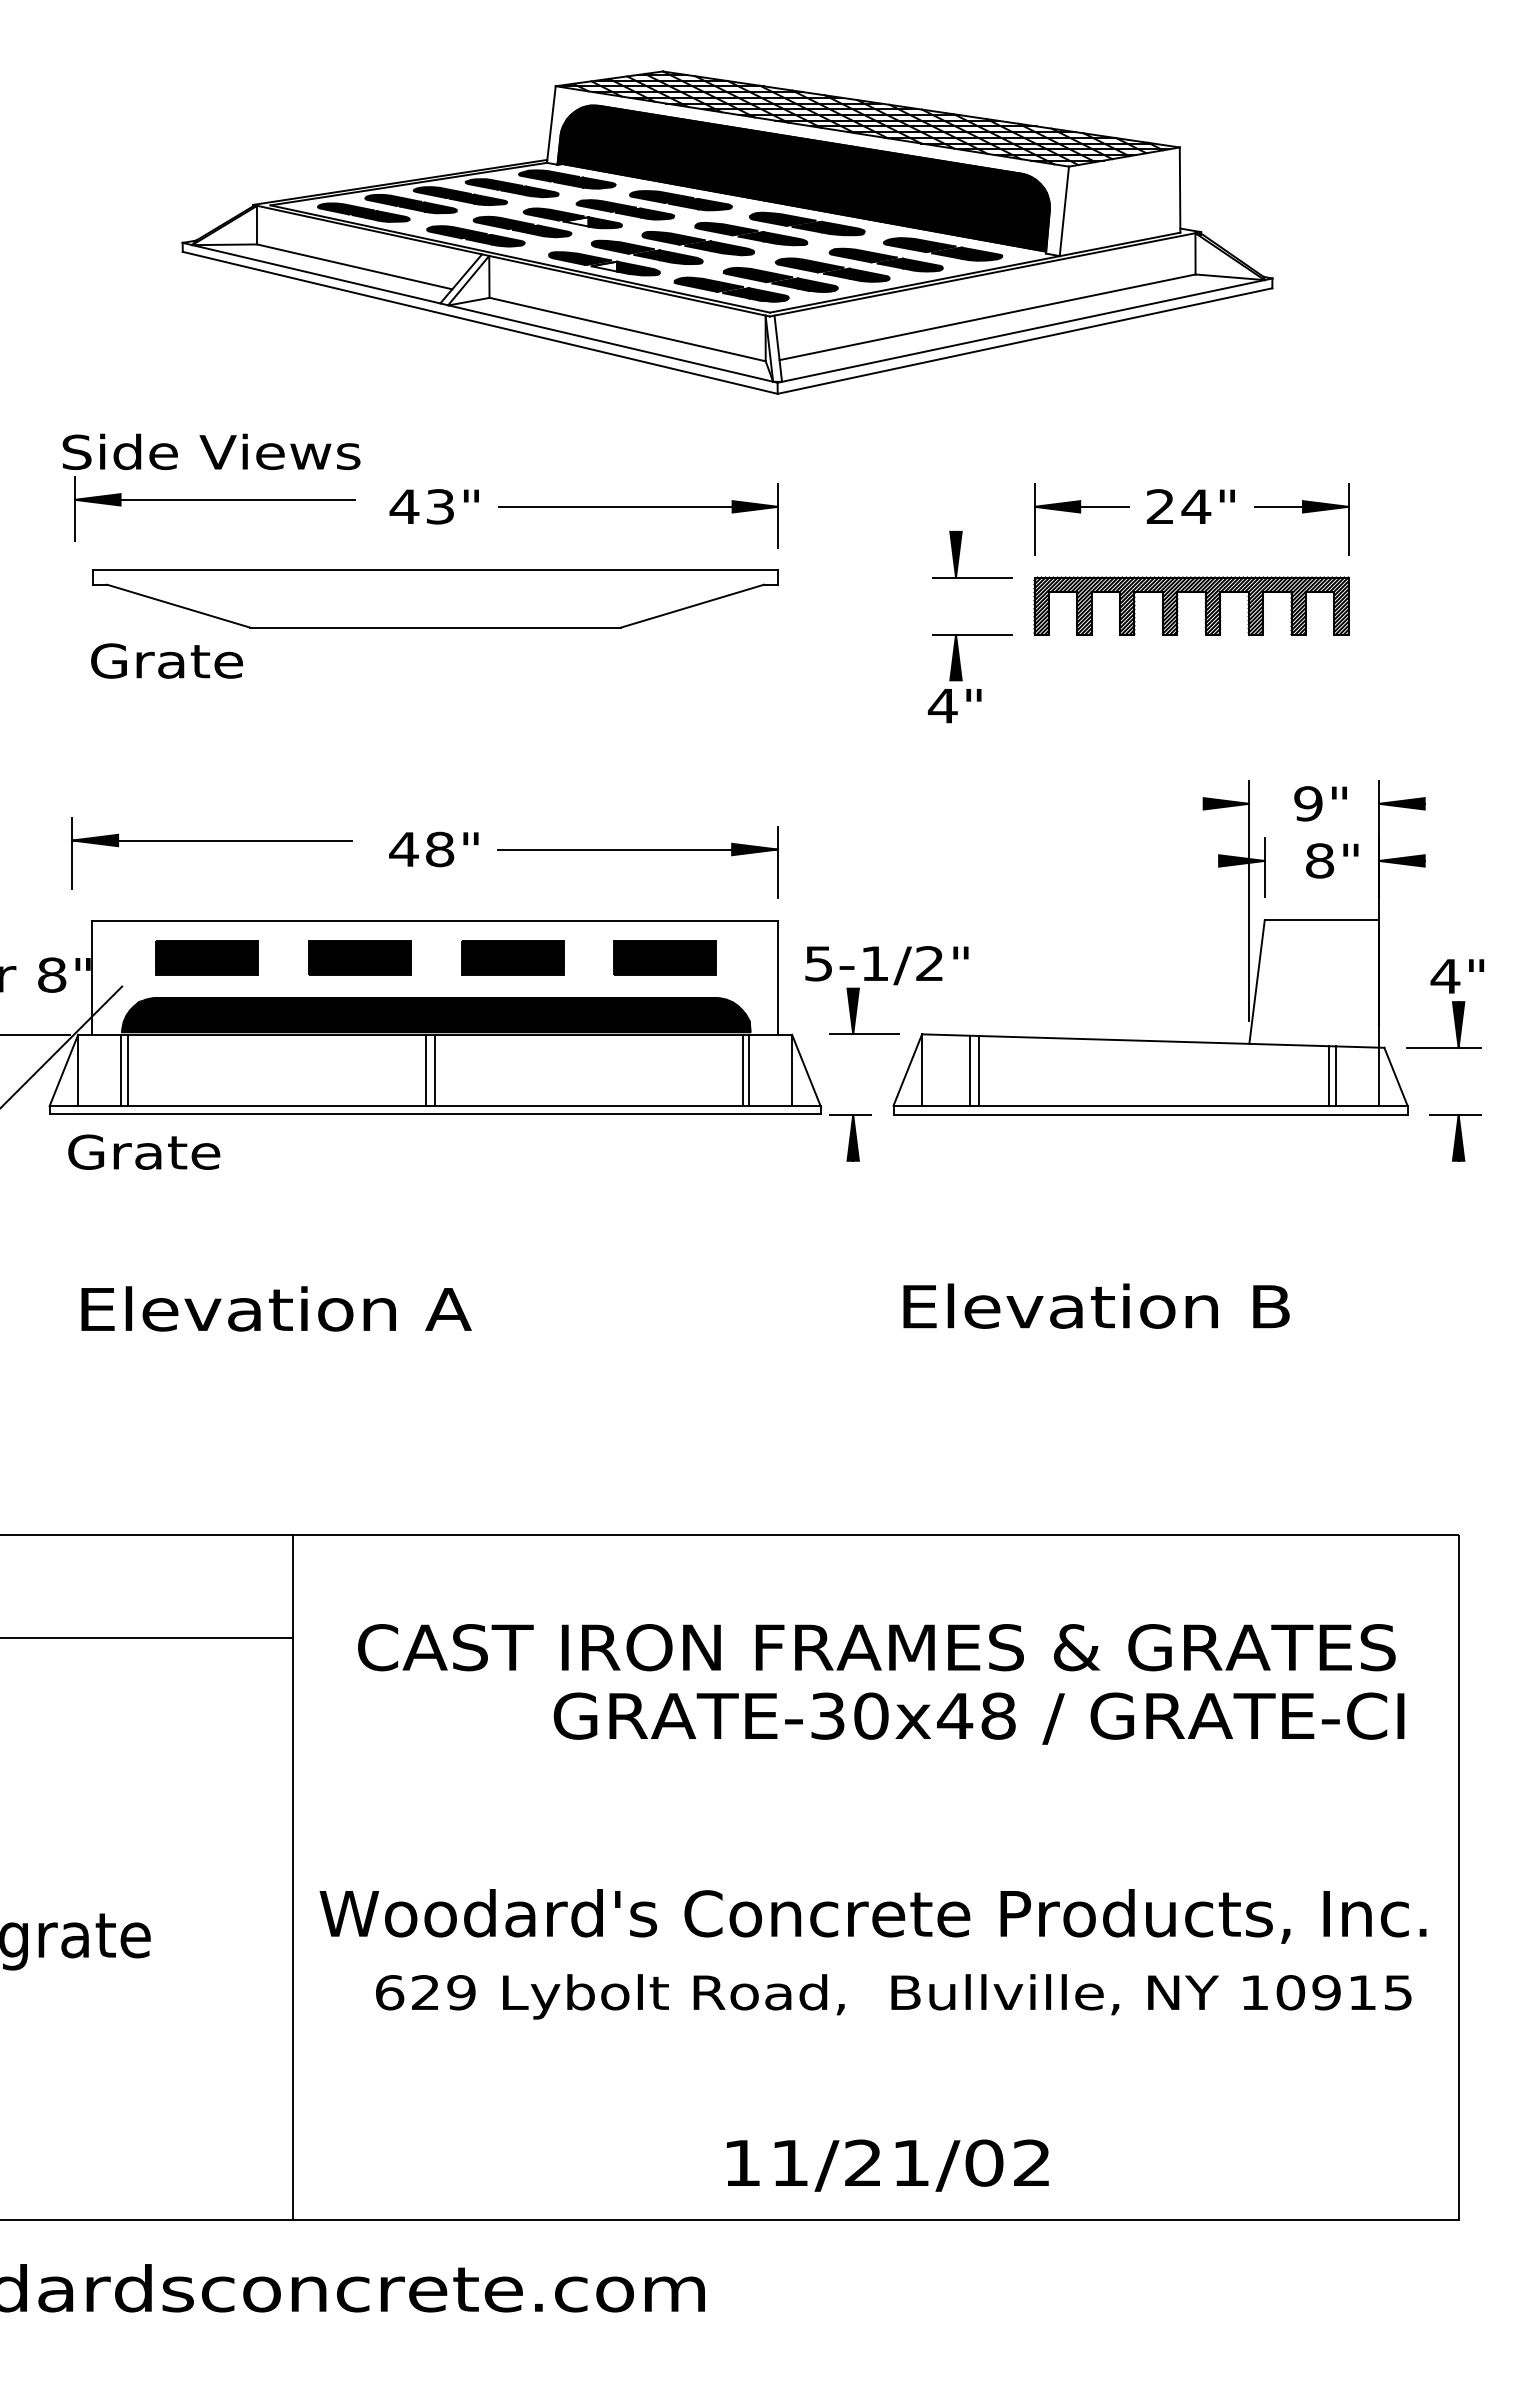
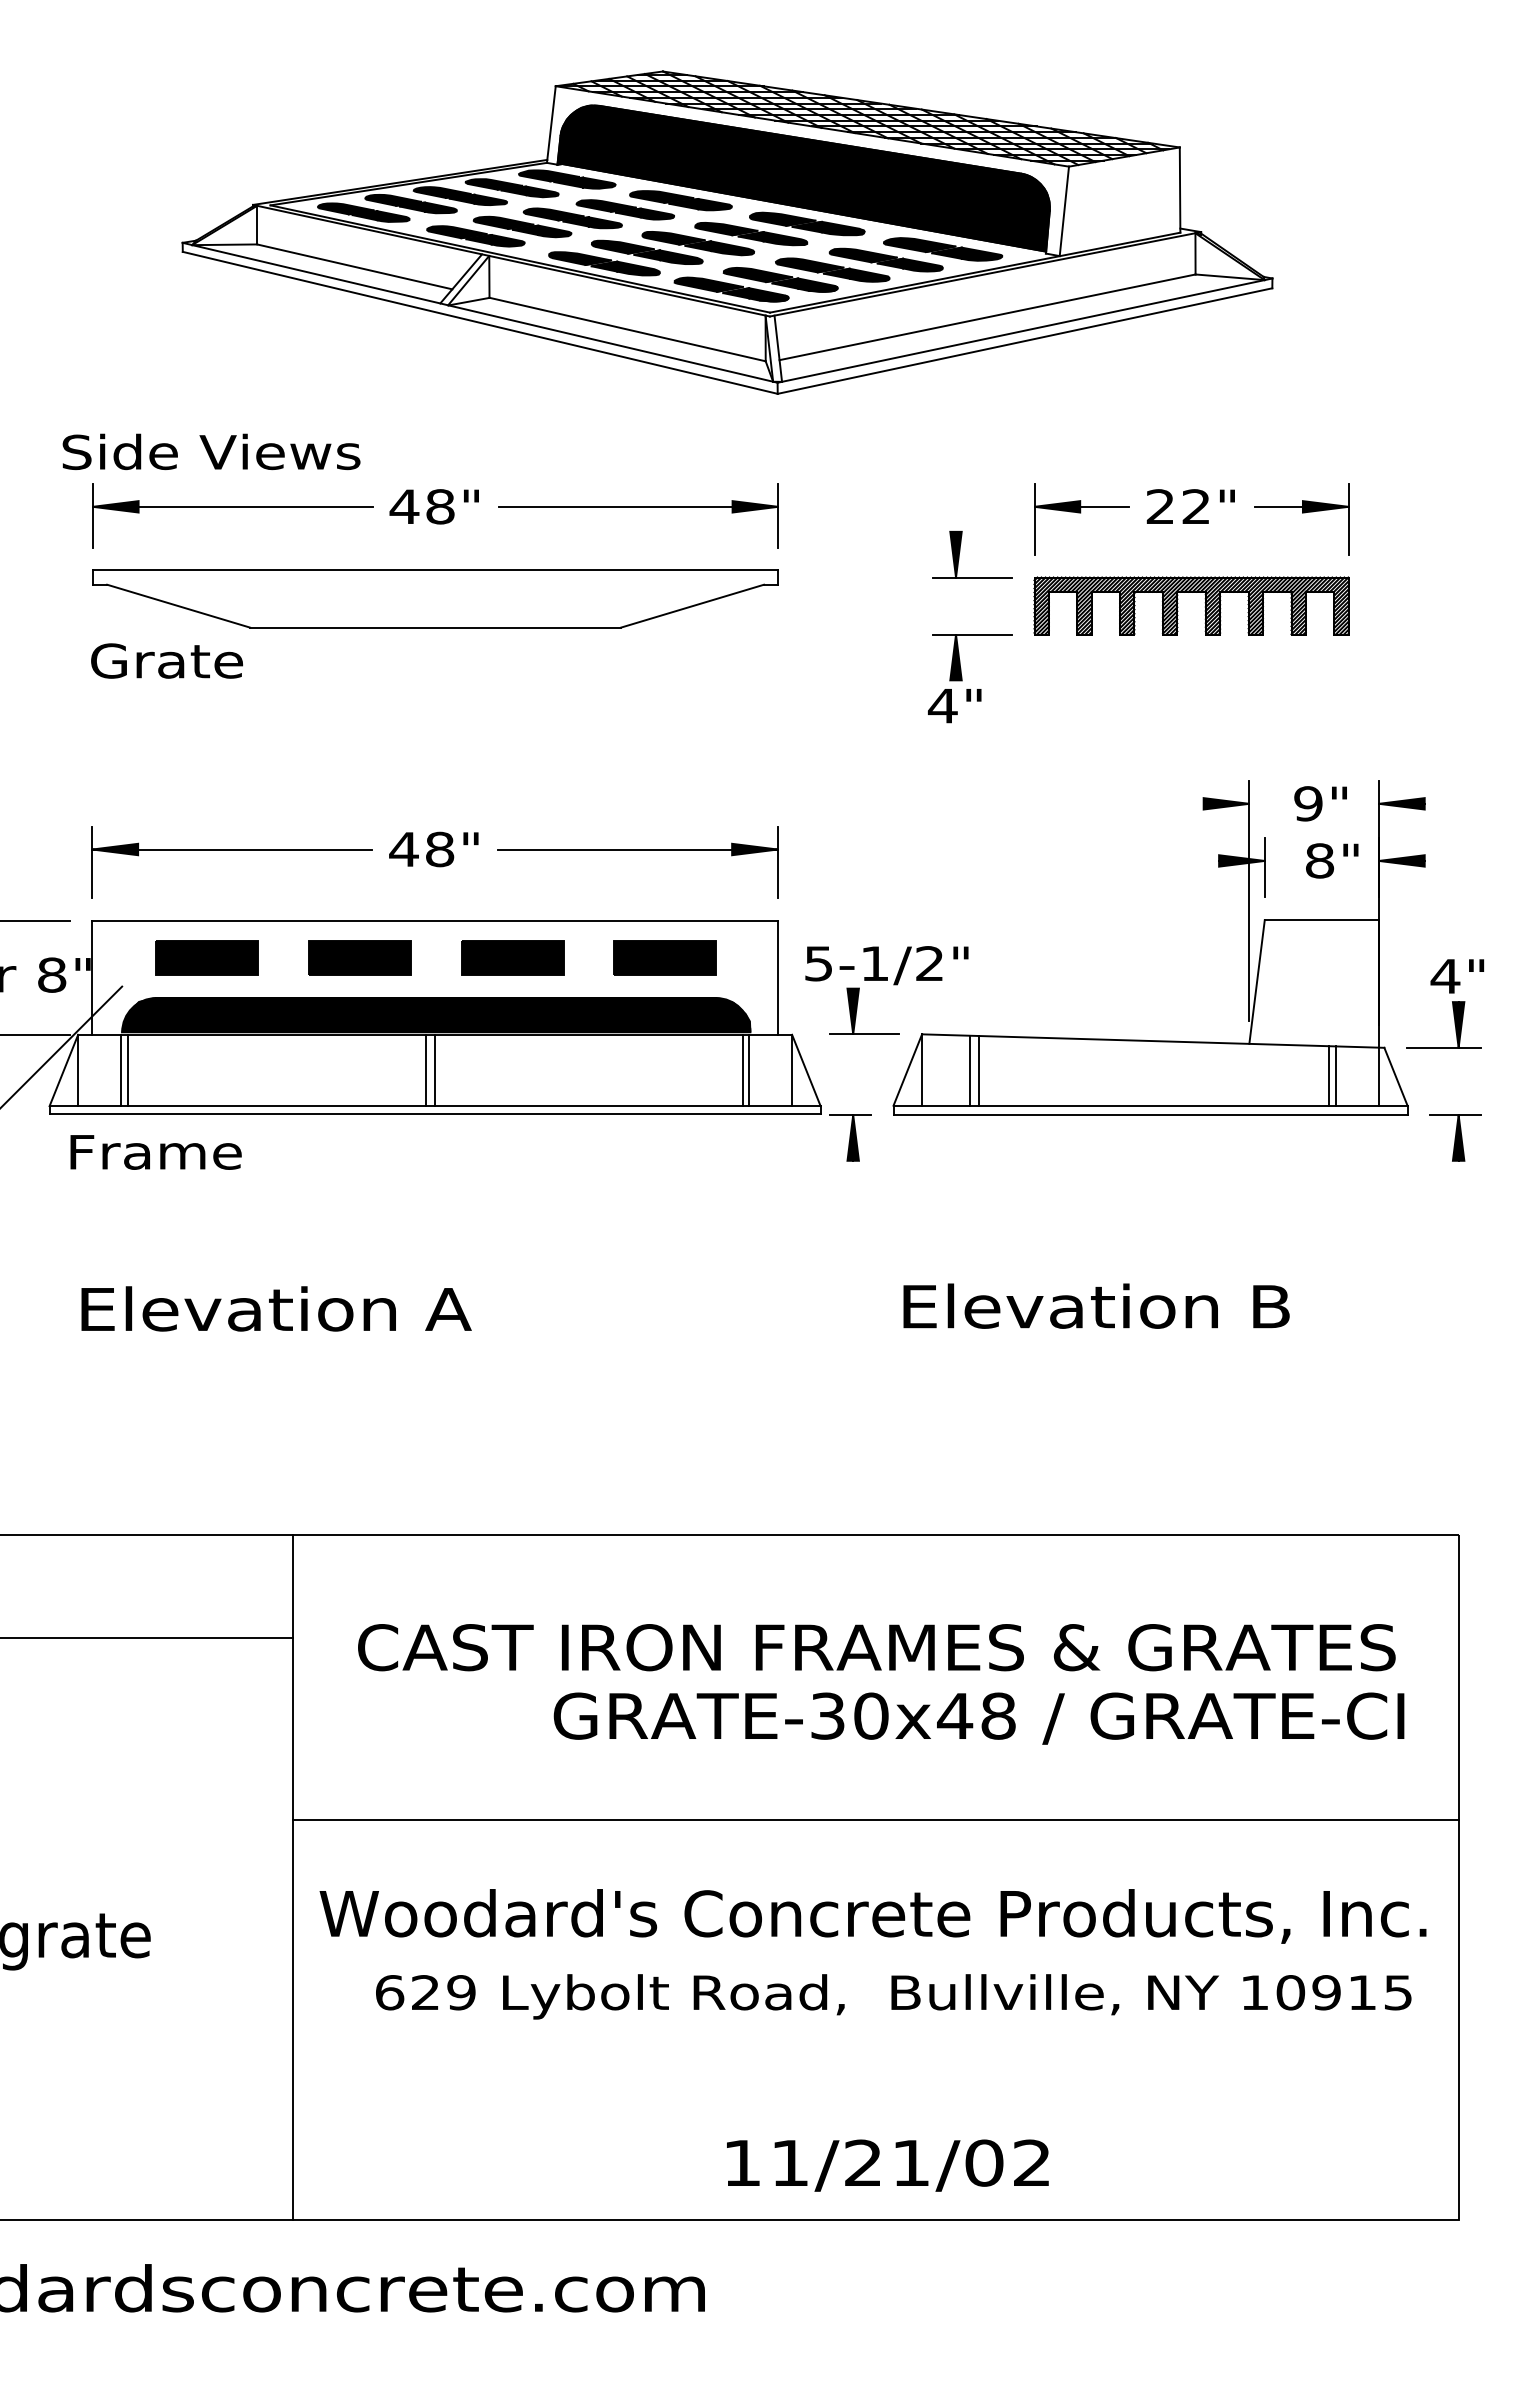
fill at (575, 221): none -> present
fill at (604, 266): none -> present
part at (214, 500) position: (214, 500) -> (232, 507)
text at (440, 506): 43" -> 48"
text at (1196, 506): 24" -> 22"
part at (211, 841) position: (211, 841) -> (231, 850)
line at (35, 920): none -> present
text at (154, 1151): Grate -> Frame
line at (875, 1820): none -> present
